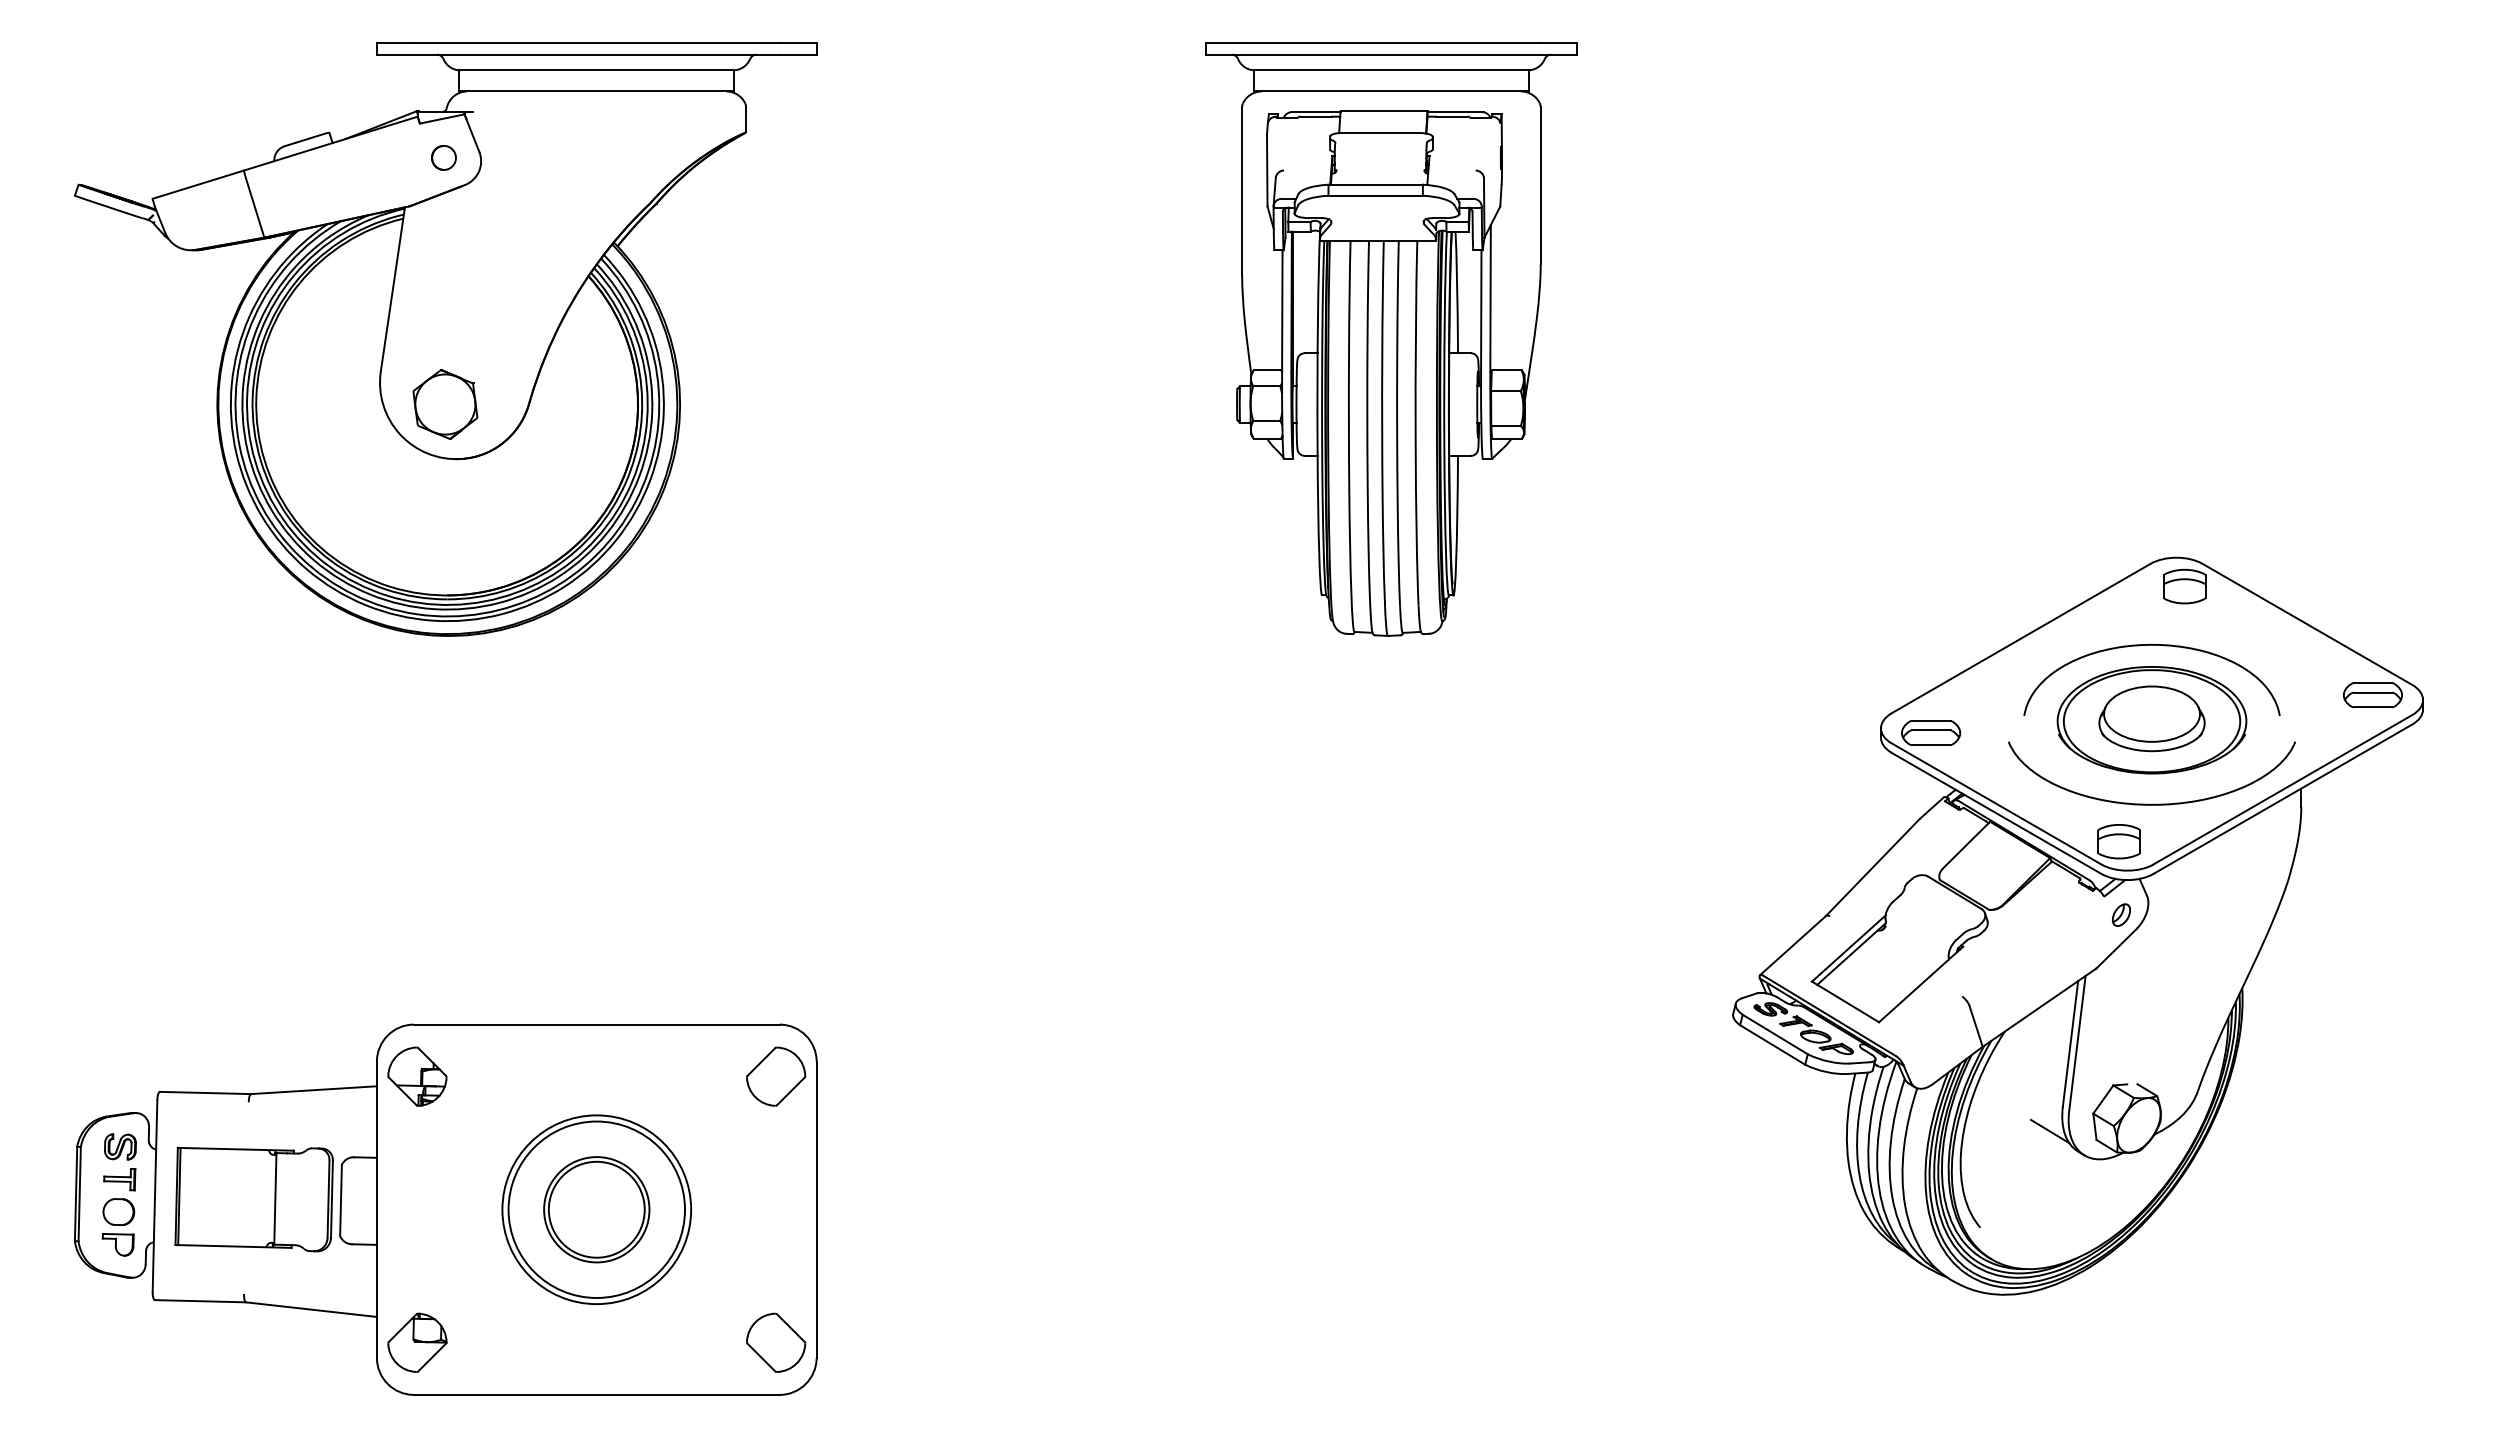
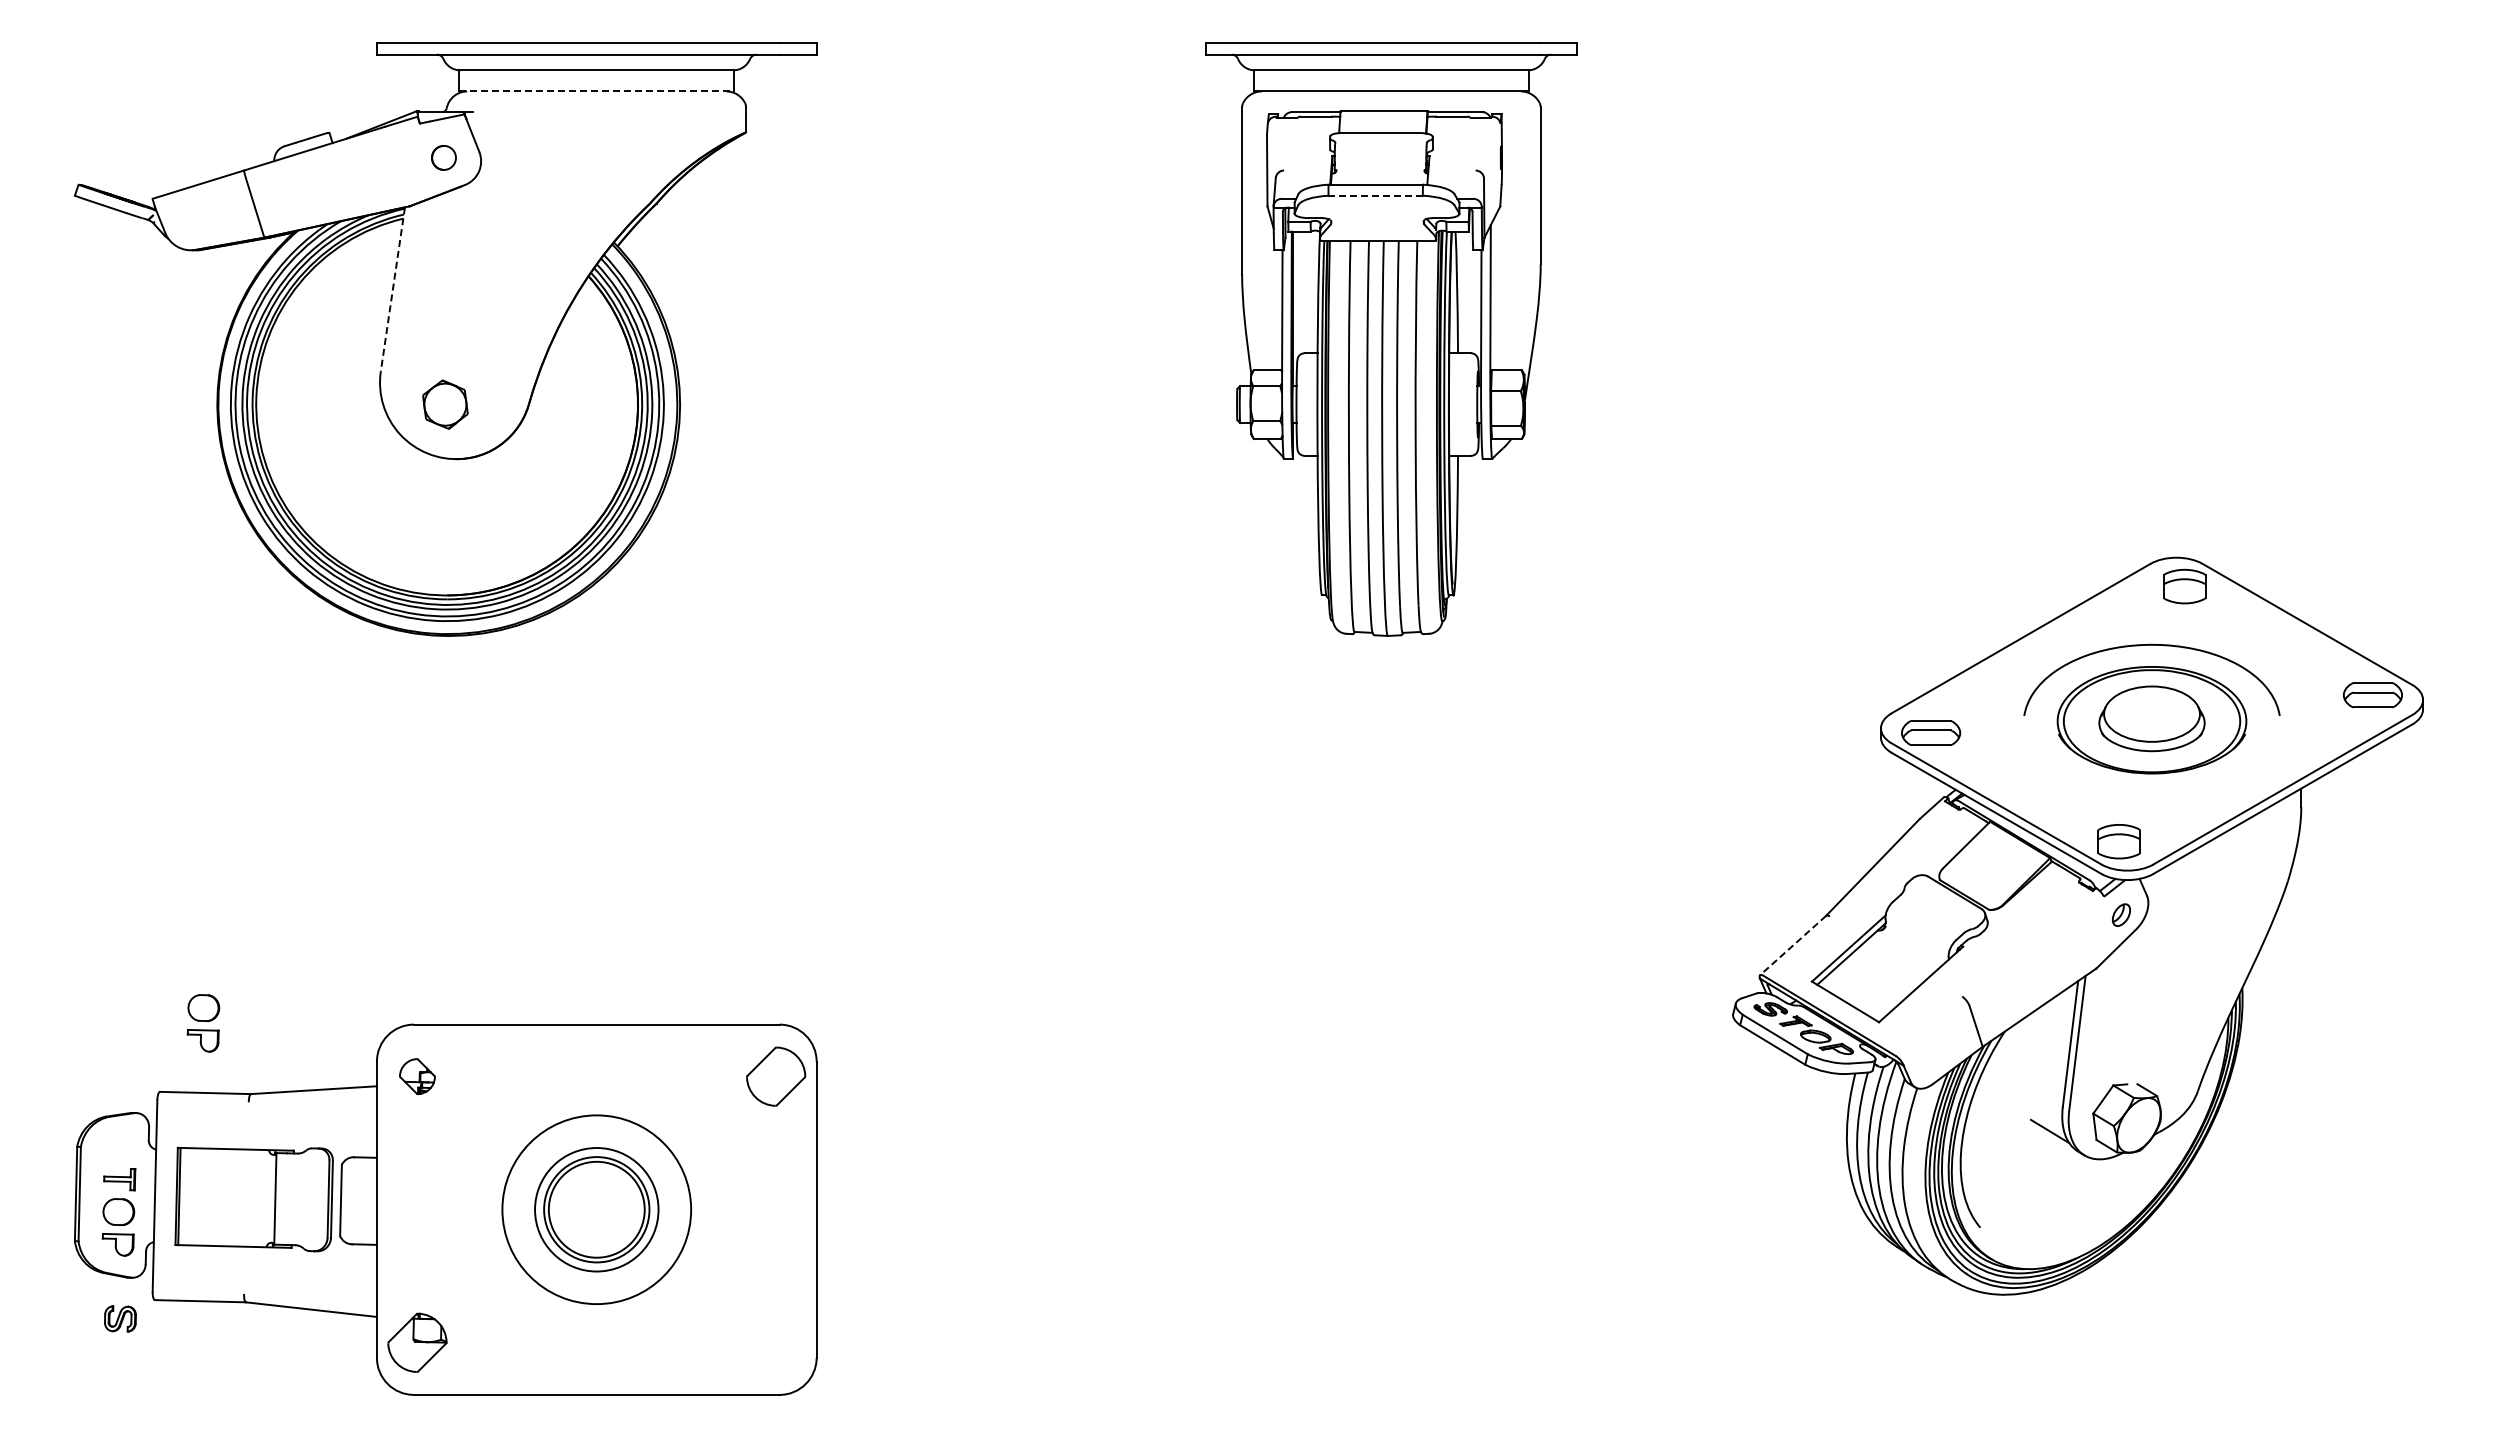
line at (597, 91): solid -> dashed
line at (1376, 195): solid -> dashed
line at (392, 289): solid -> dashed
part at (445, 404) size: 67x72 px -> 47x51 px
curve at (2151, 803): present -> none
line at (1792, 945): solid -> dashed
part at (203, 1023): none -> present
part at (417, 1076) size: 61x61 px -> 37x37 px
part at (120, 1146) position: (120, 1146) -> (120, 1318)
circle at (596, 1209) diameter: 176 px -> 124 px
part at (776, 1342): present -> none
